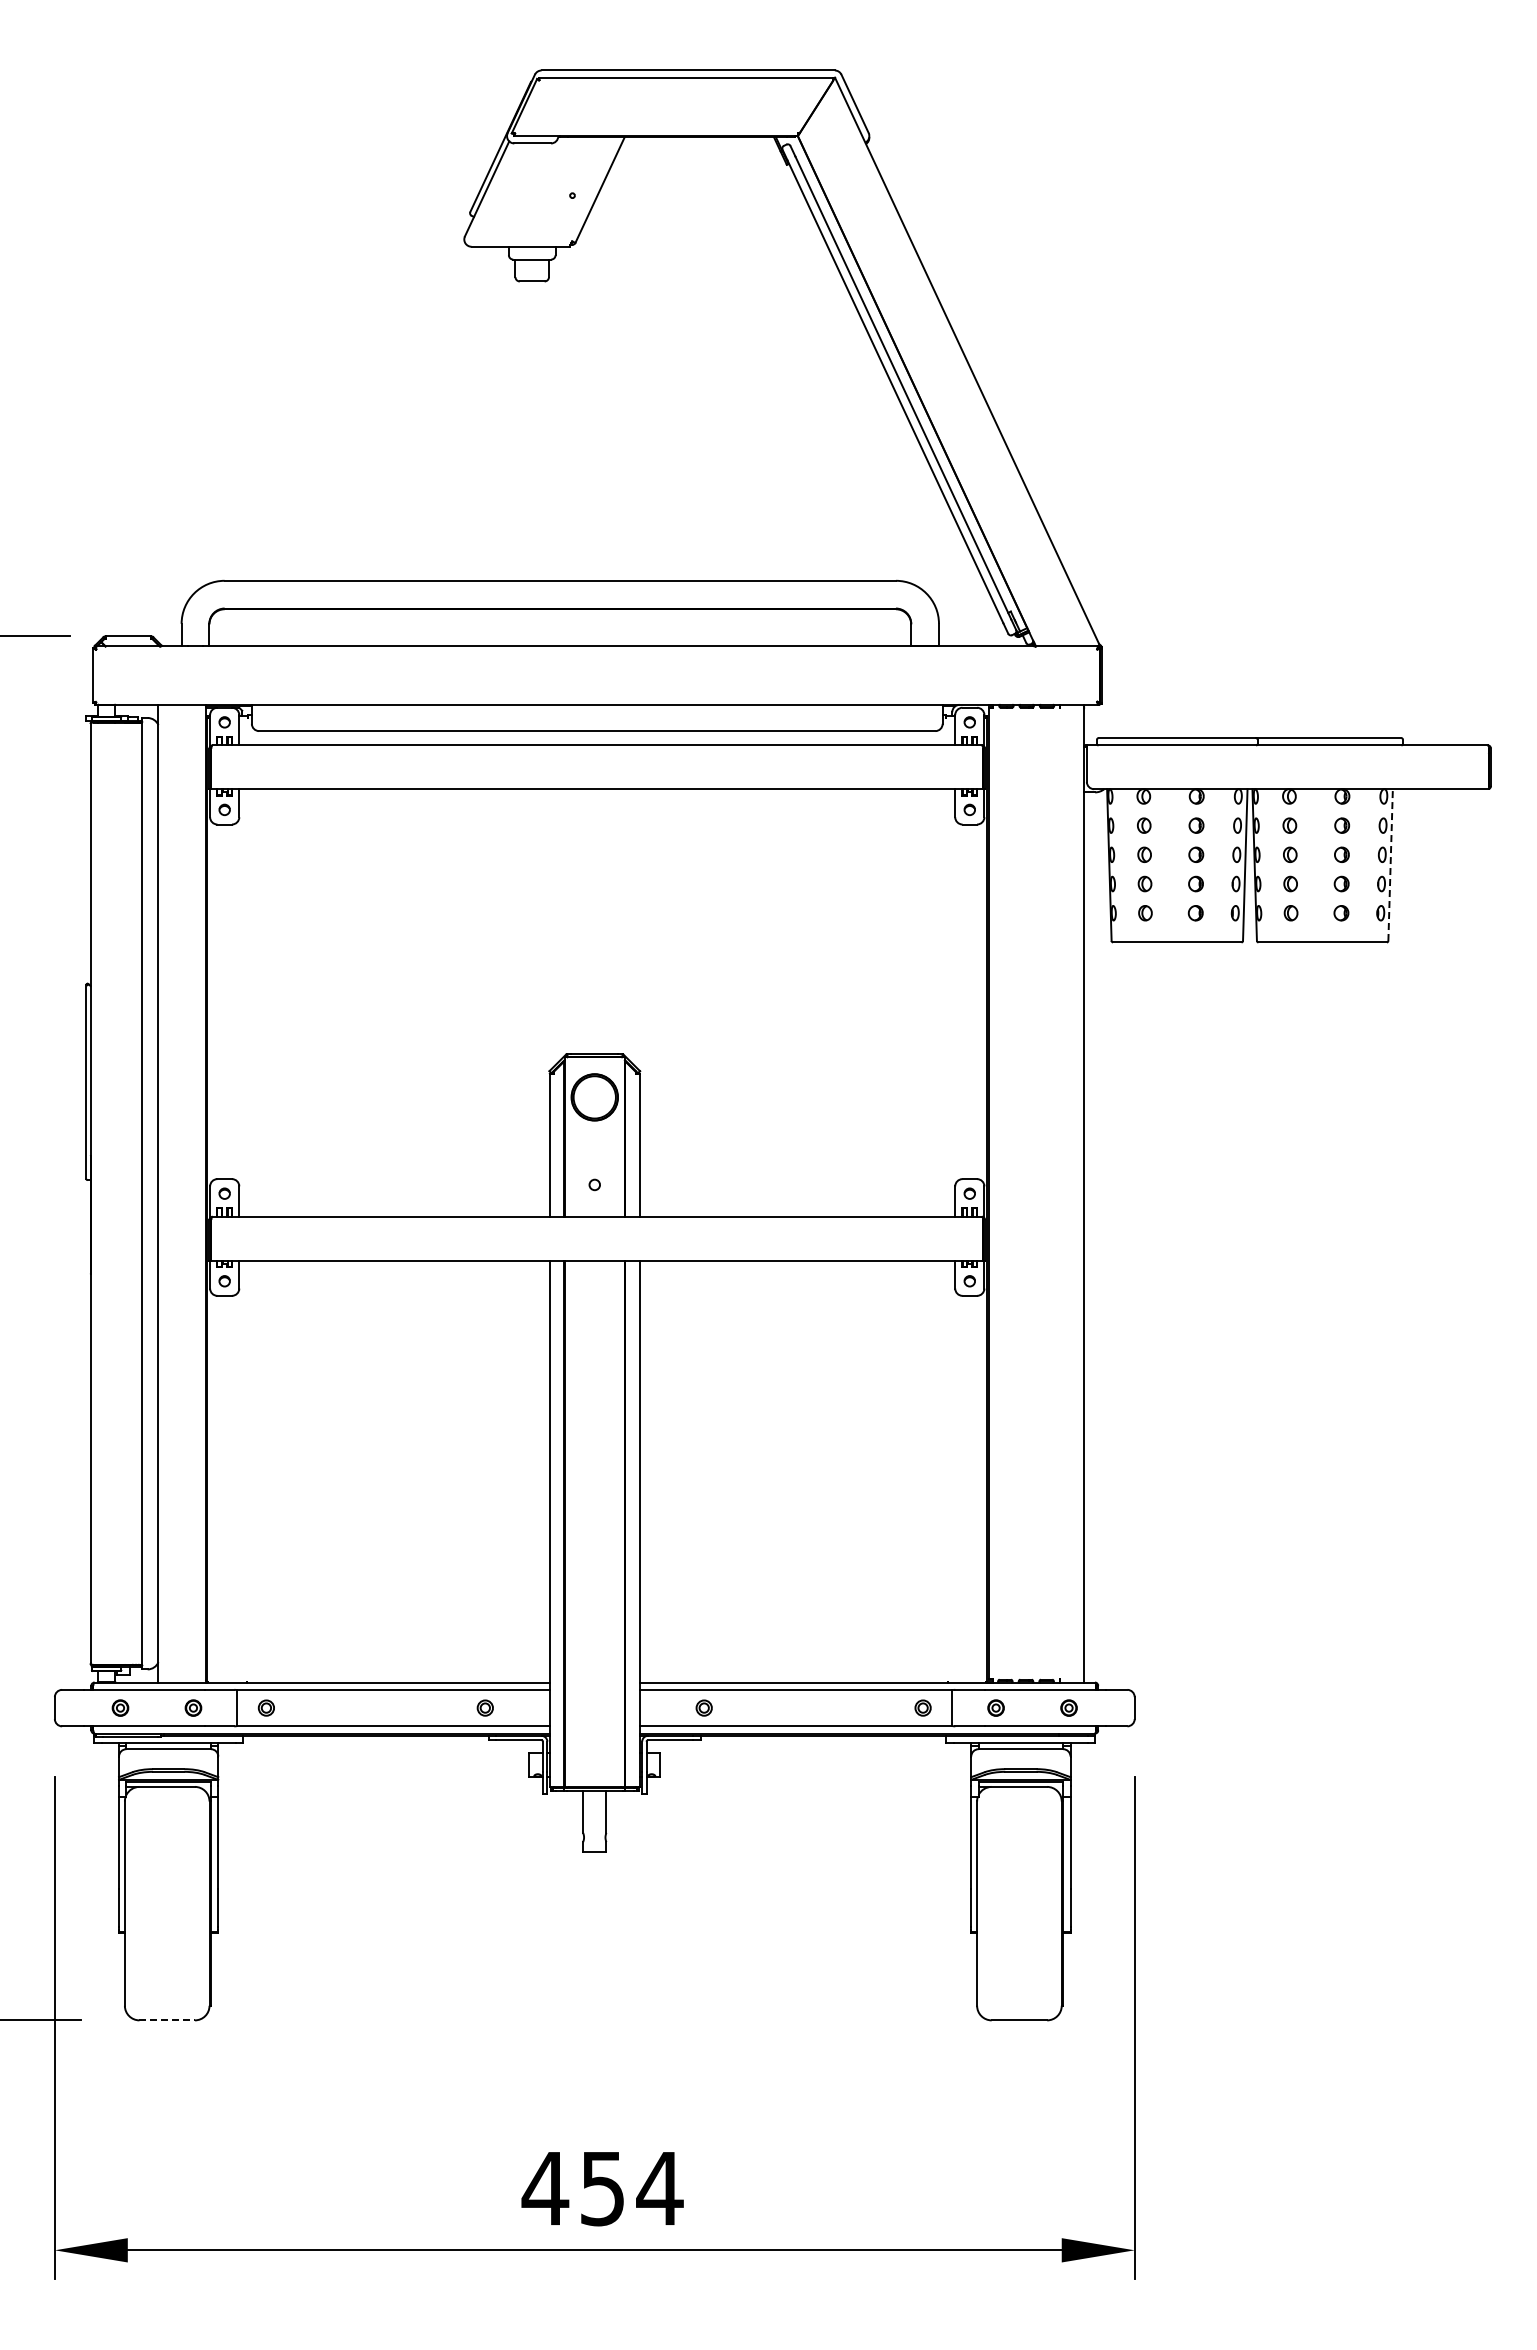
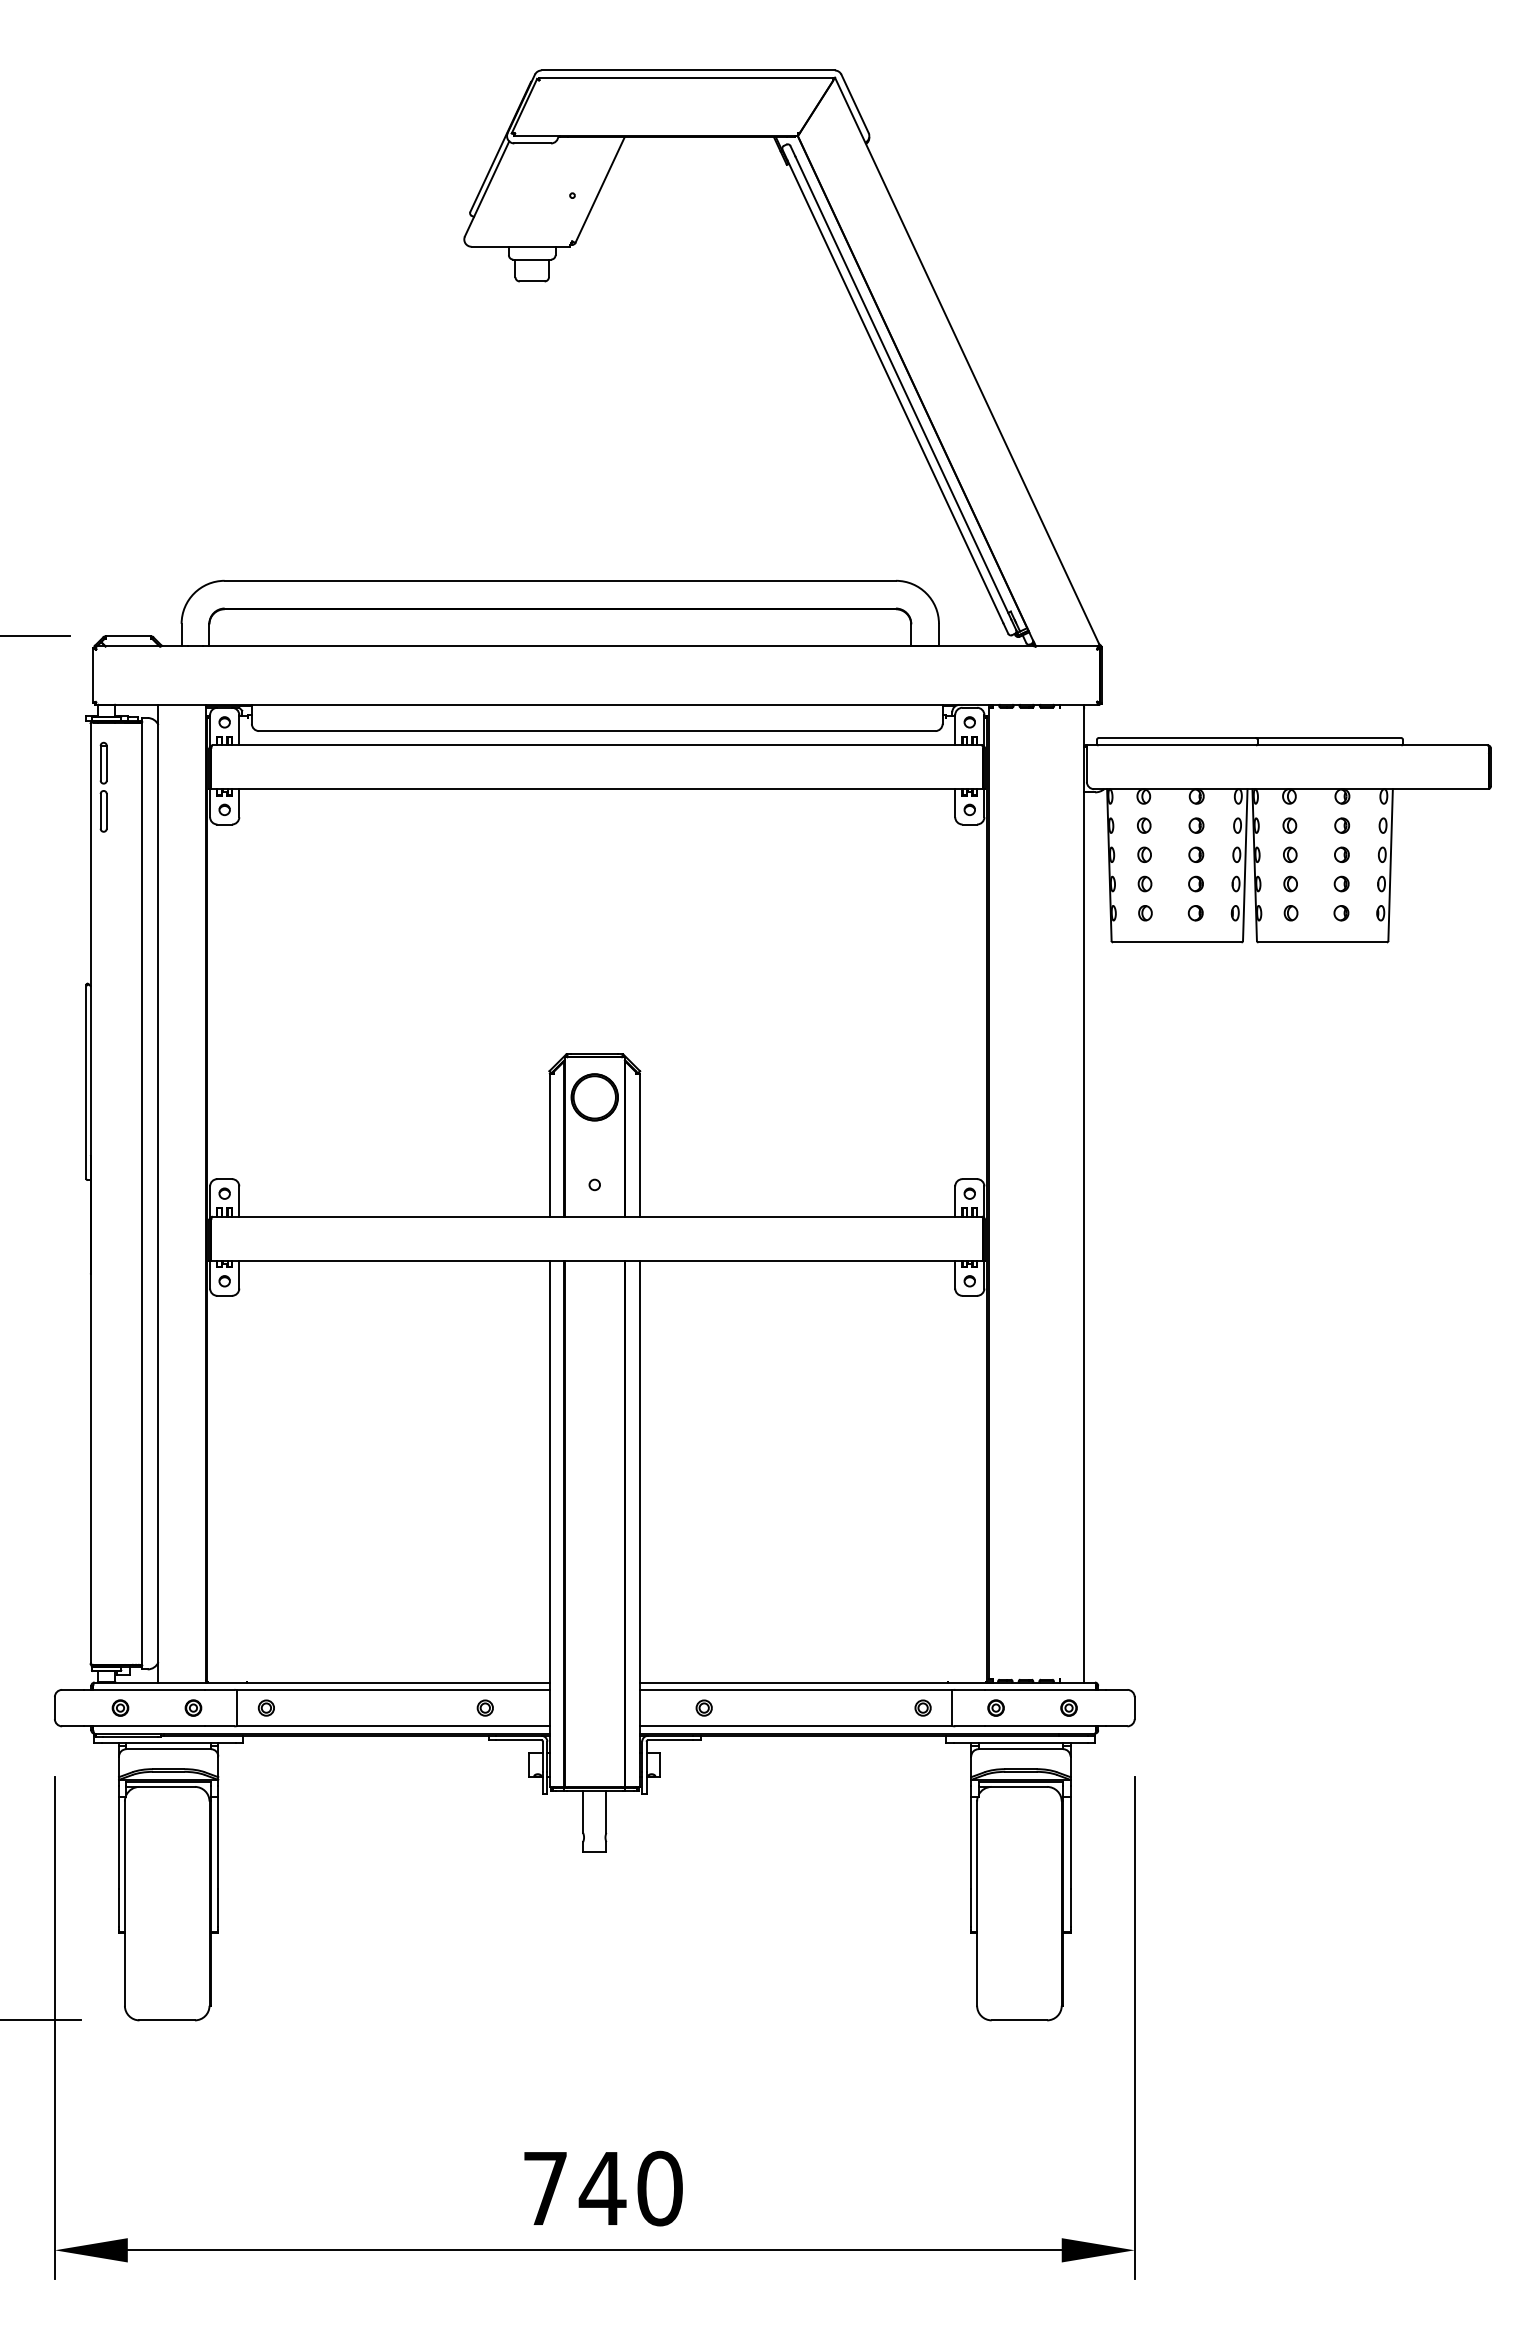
part at (103, 786): none -> present
line at (1390, 865): dashed -> solid
line at (167, 2020): dashed -> solid
text at (602, 2188): 454 -> 740
